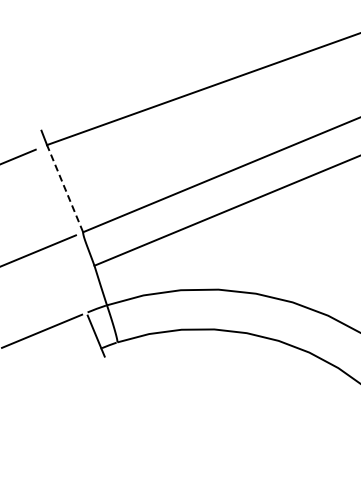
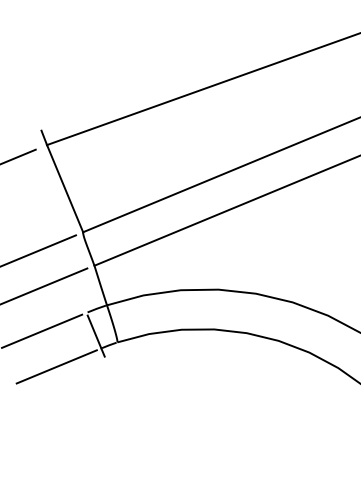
line at (64, 188): dashed -> solid
line at (44, 285): none -> present
line at (56, 366): none -> present
